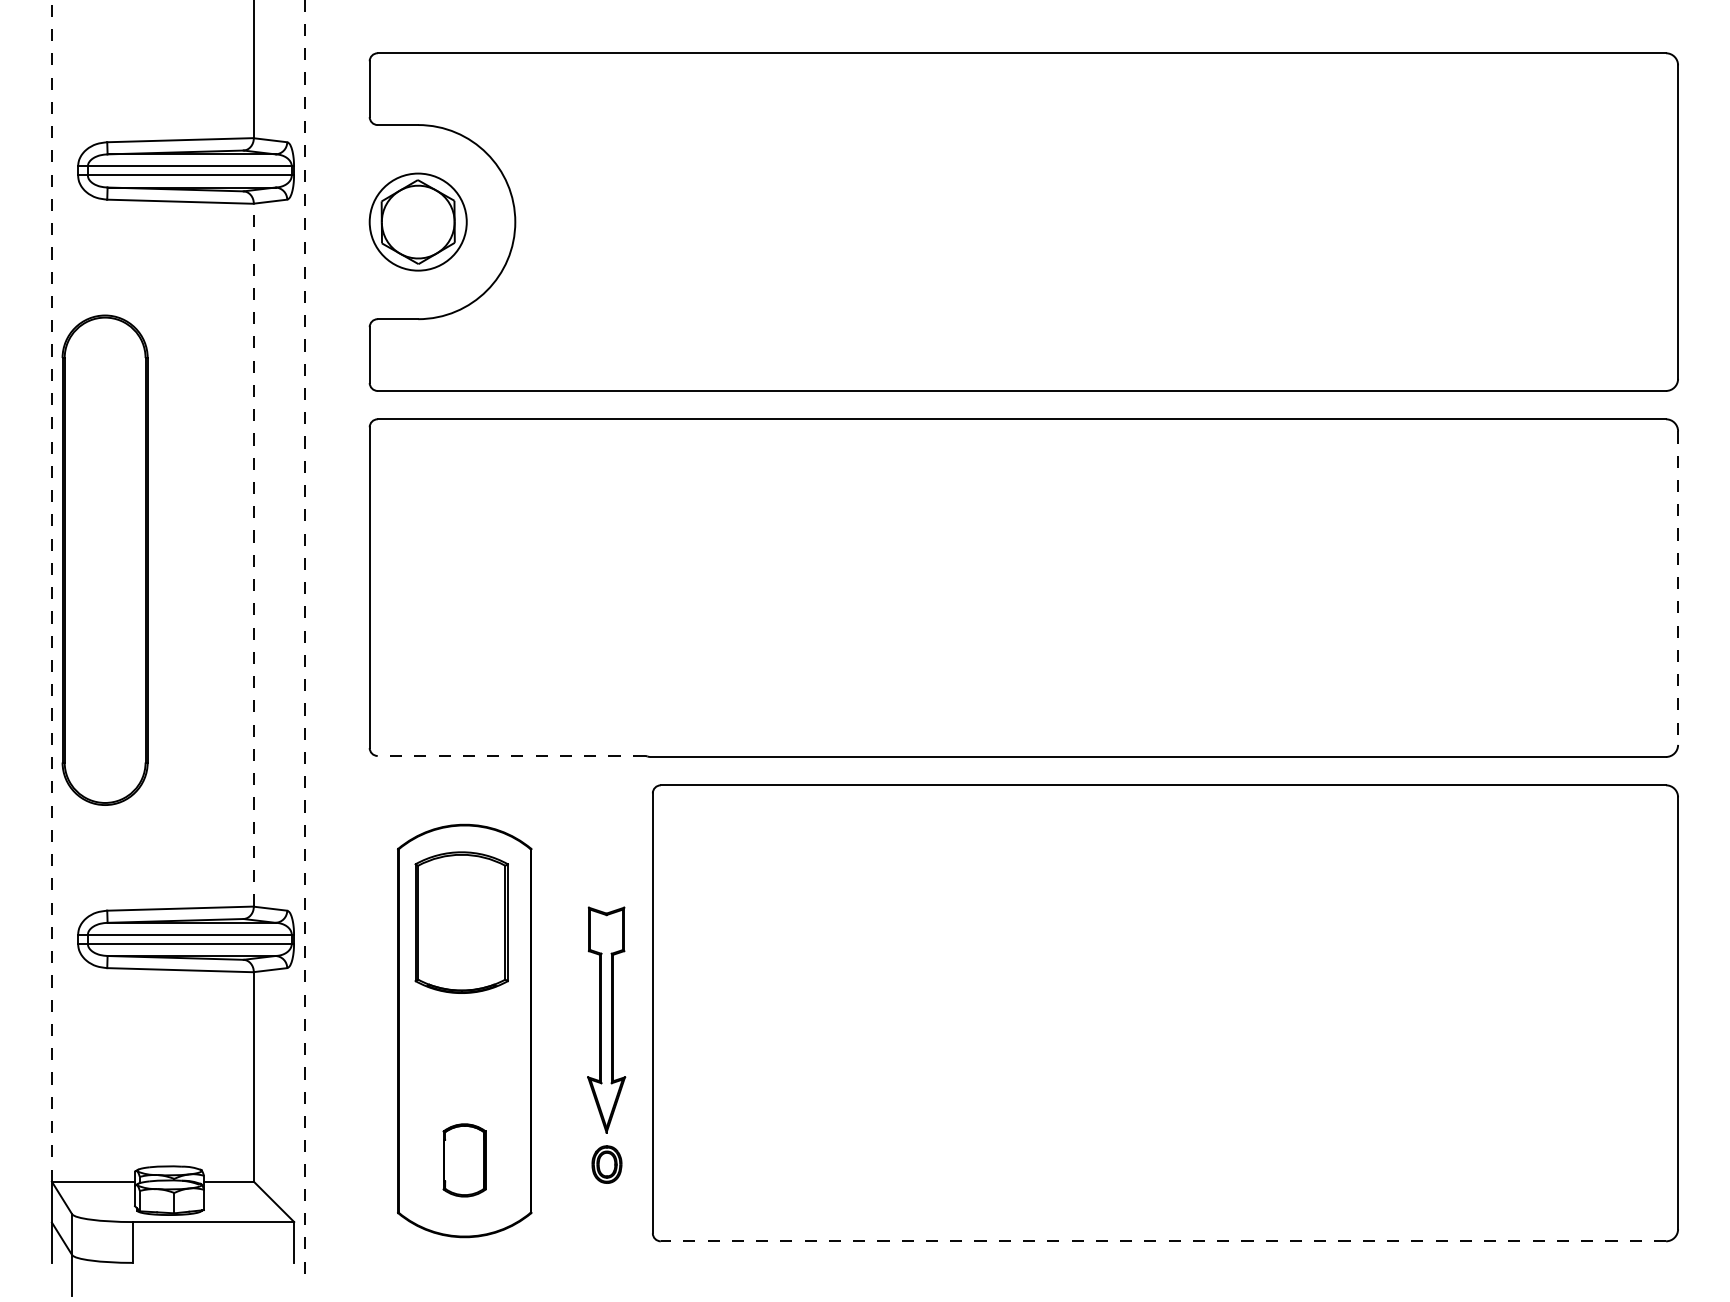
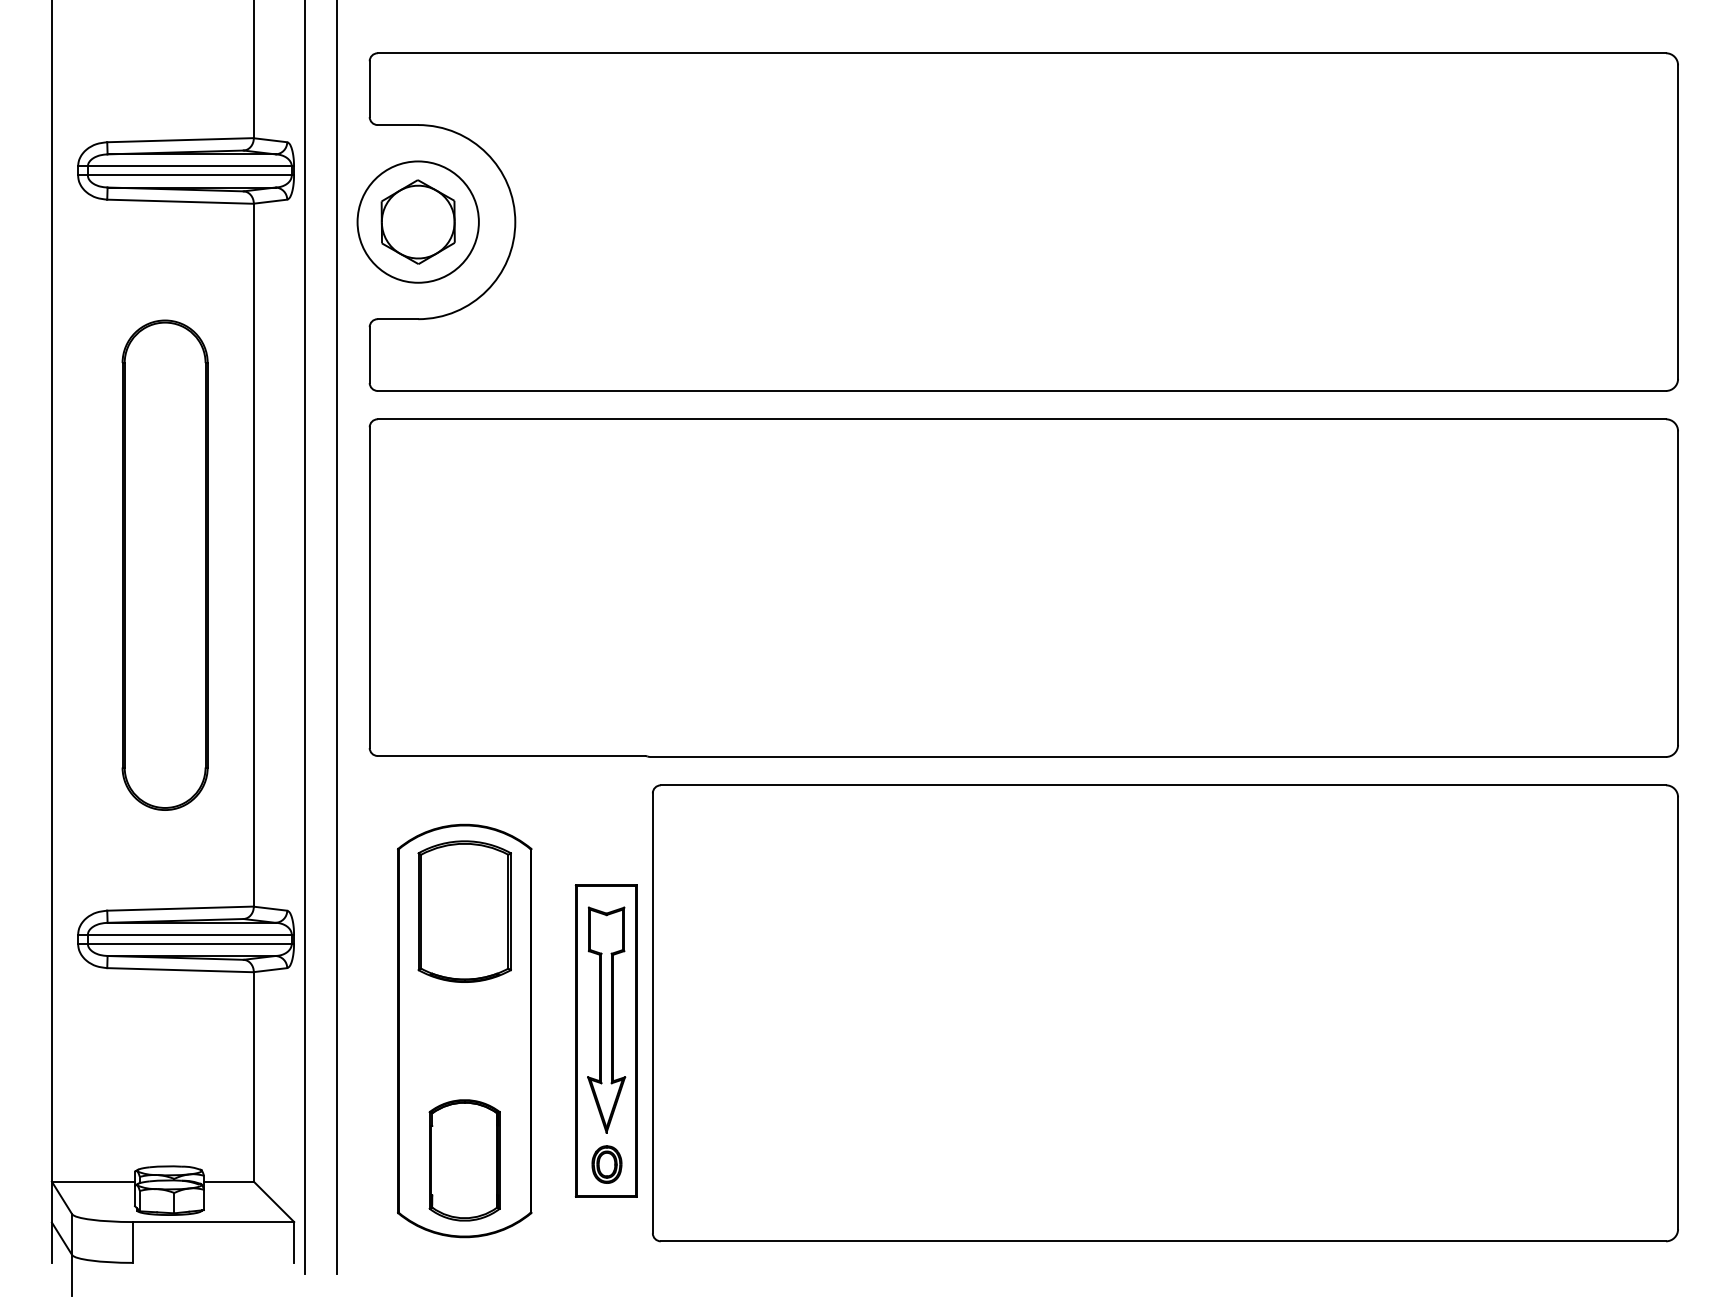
circle at (417, 221) diameter: 97 px -> 121 px
line at (253, 554): dashed -> solid
part at (104, 559) position: (104, 559) -> (164, 564)
line at (1678, 588): dashed -> solid
line at (51, 590): dashed -> solid
line at (305, 636): dashed -> solid
line at (337, 637): none -> present
line at (511, 755): dashed -> solid
part at (461, 922) position: (461, 922) -> (464, 911)
part at (605, 1040): none -> present
part at (464, 1160) size: 45x75 px -> 73x123 px
line at (1163, 1241): dashed -> solid
